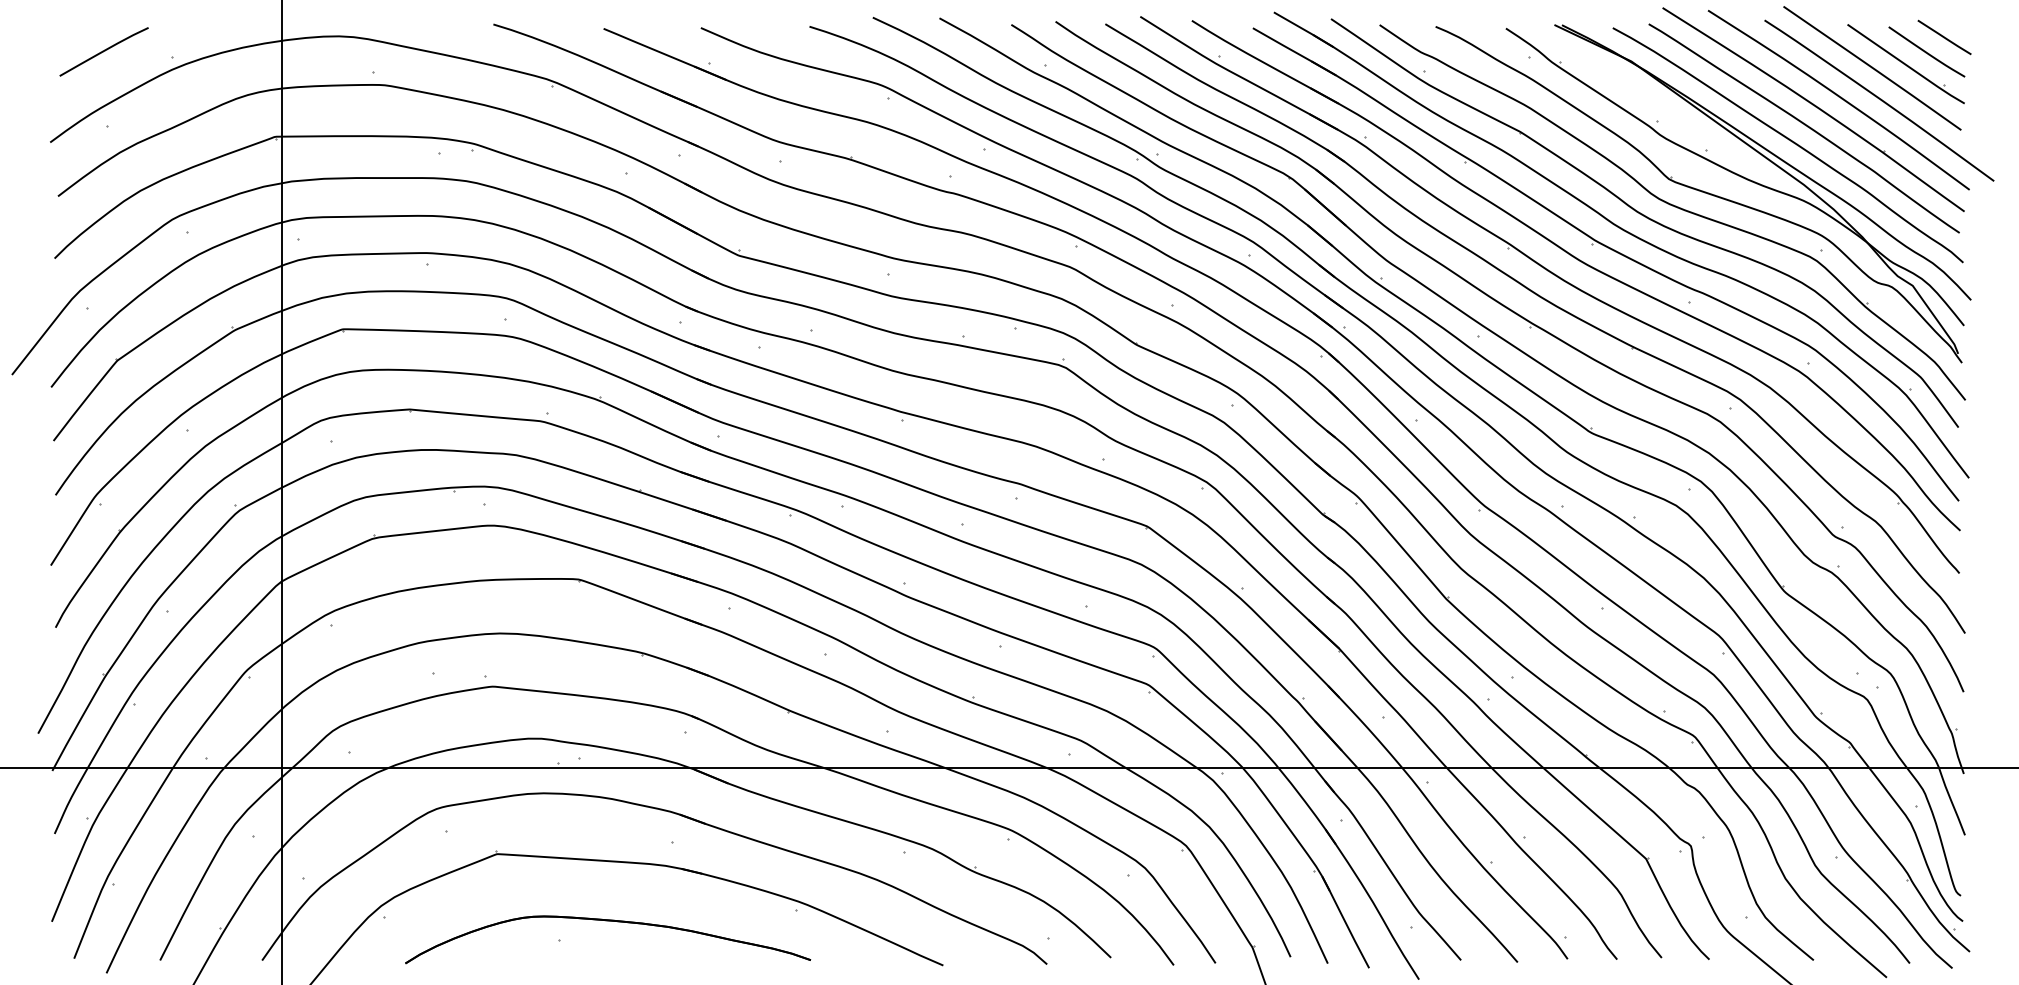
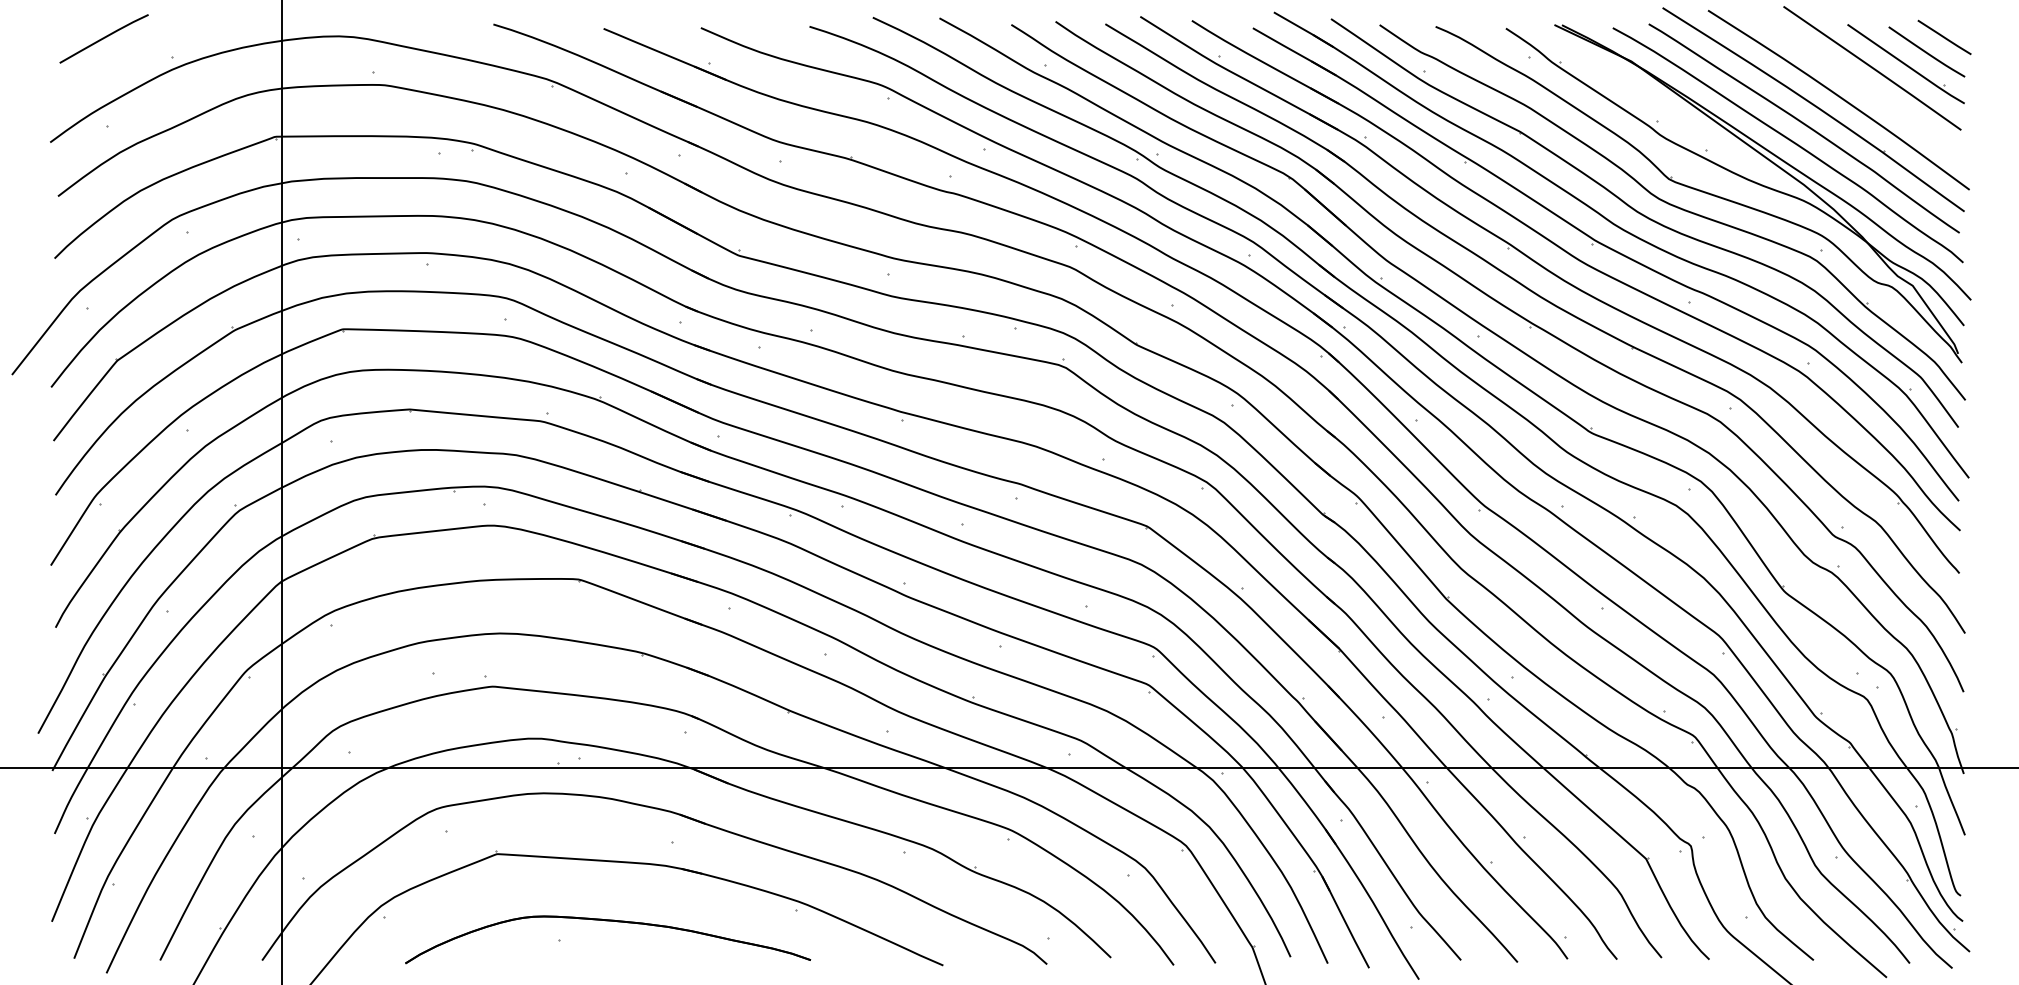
curve at (103, 51) position: (103, 51) -> (103, 38)
curve at (1879, 99): present -> none
